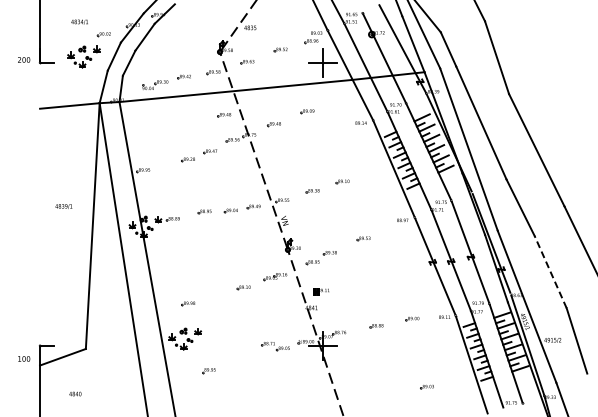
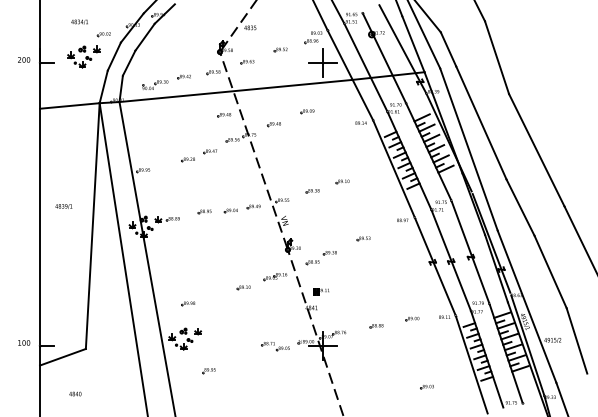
line at (40, 204): none -> present
line at (550, 272): dashed -> solid
text at (24, 358) position: (24, 358) -> (24, 342)
